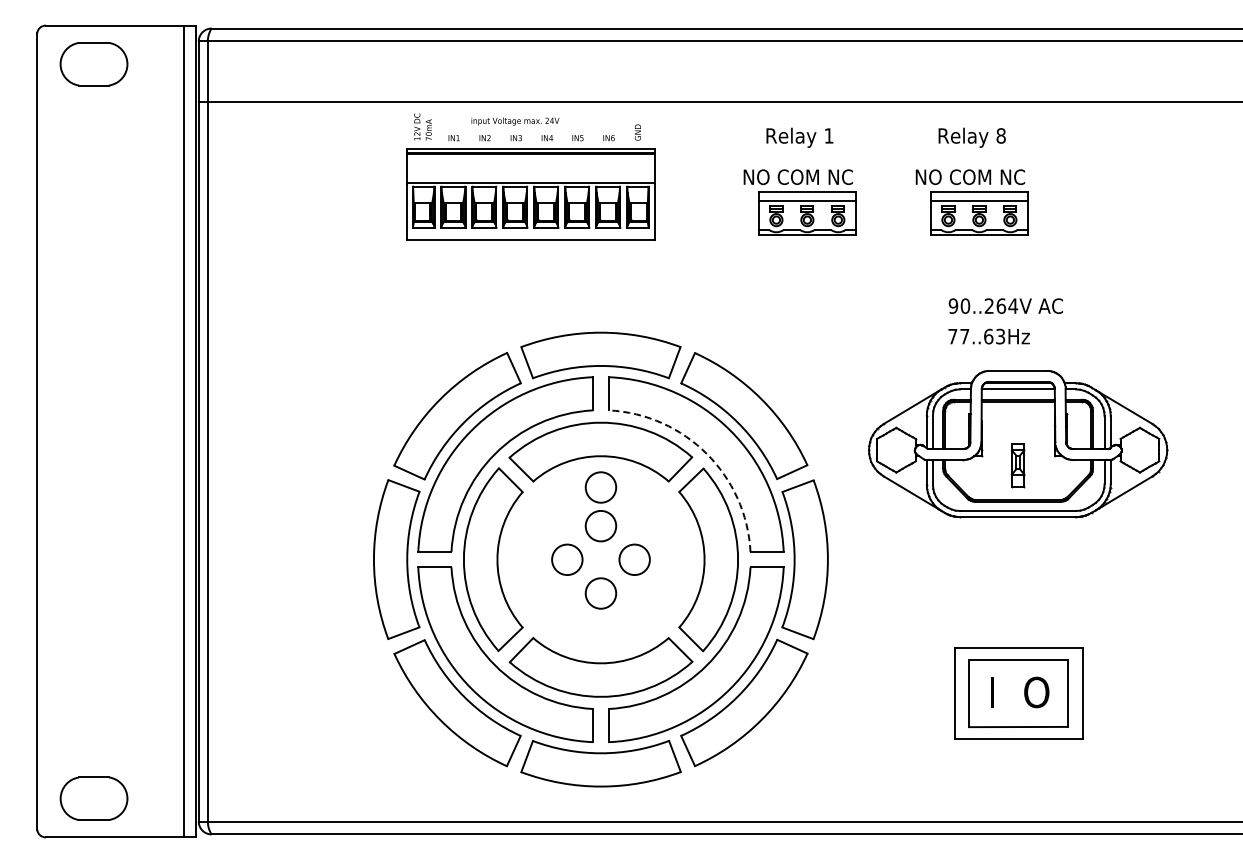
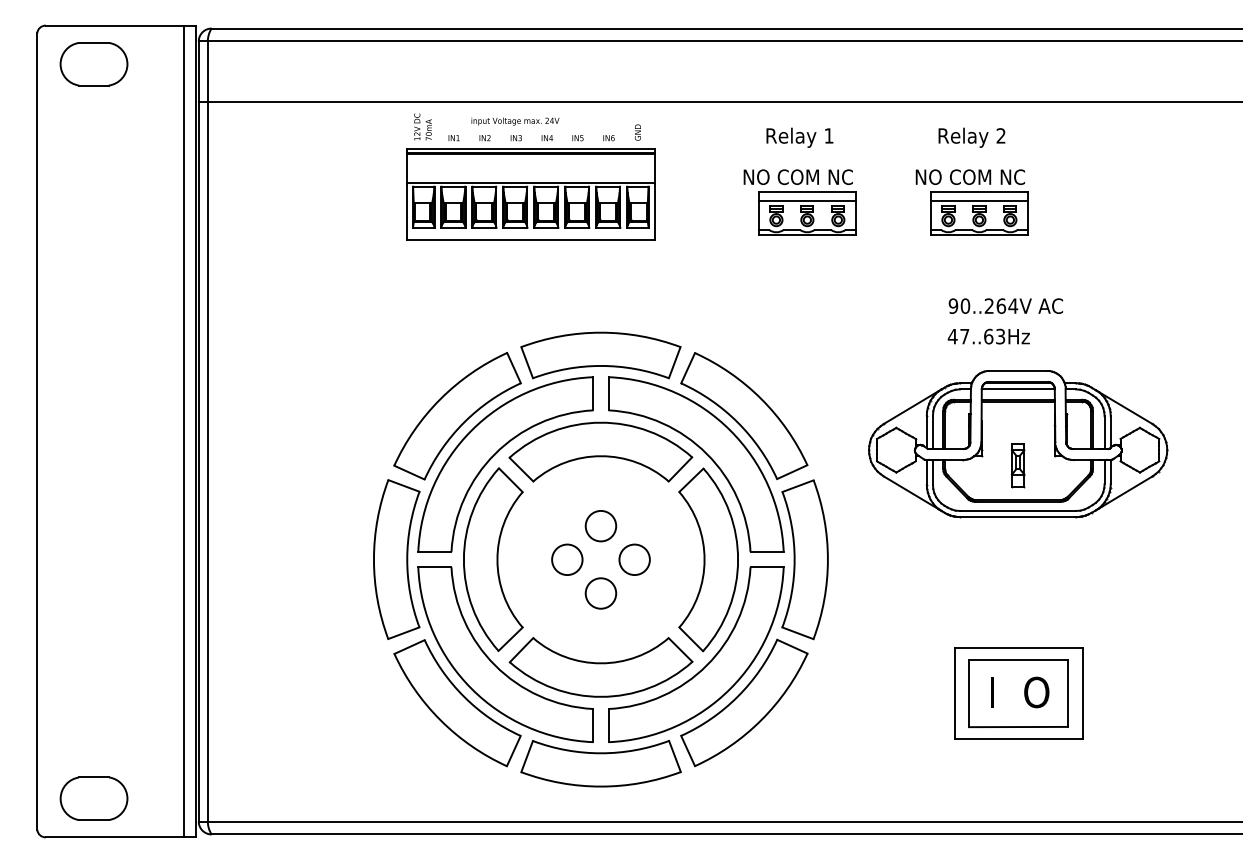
text at (1000, 135): 8 -> 2
text at (952, 336): 77..63Hz -> 47..63Hz
arc at (706, 453): dashed -> solid
circle at (600, 487): present -> none
